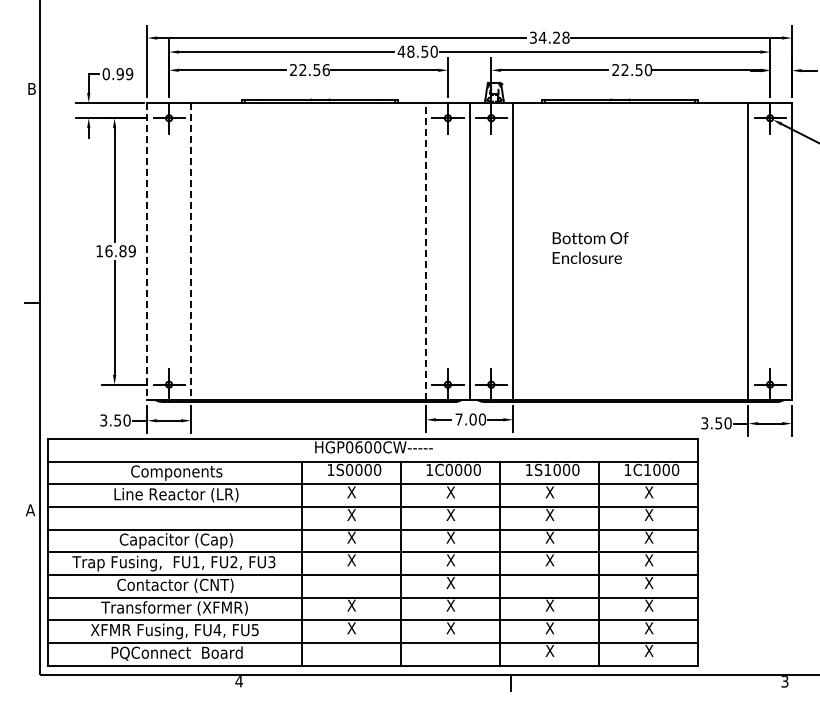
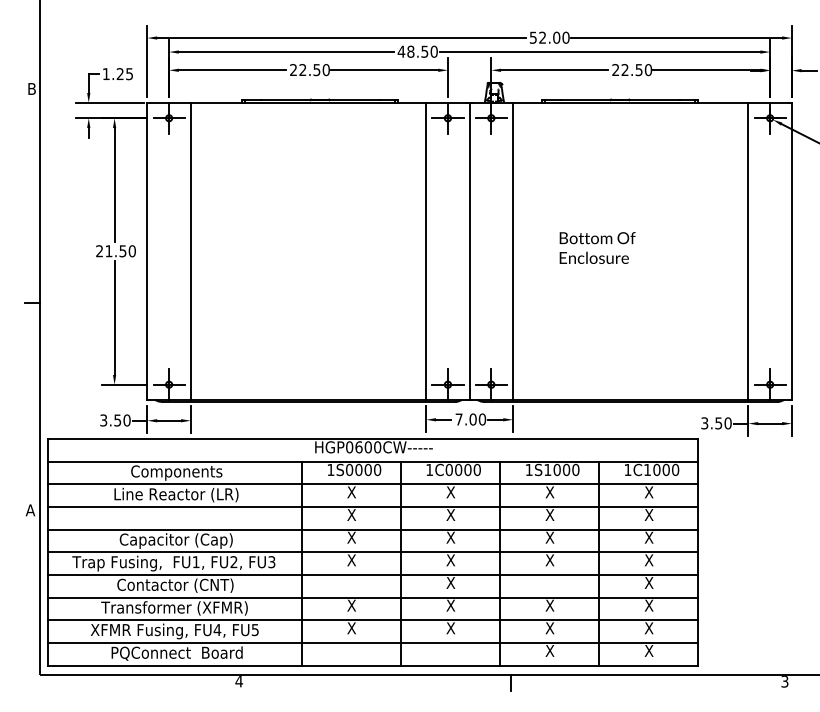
text at (549, 37): 34.28 -> 52.00
text at (325, 69): 22.56 -> 22.50
text at (117, 74): 0.99 -> 1.25
text at (590, 247) position: (590, 247) -> (597, 247)
text at (115, 251): 16.89 -> 21.50
line at (147, 251): dashed -> solid
line at (190, 251): dashed -> solid
line at (426, 251): dashed -> solid
